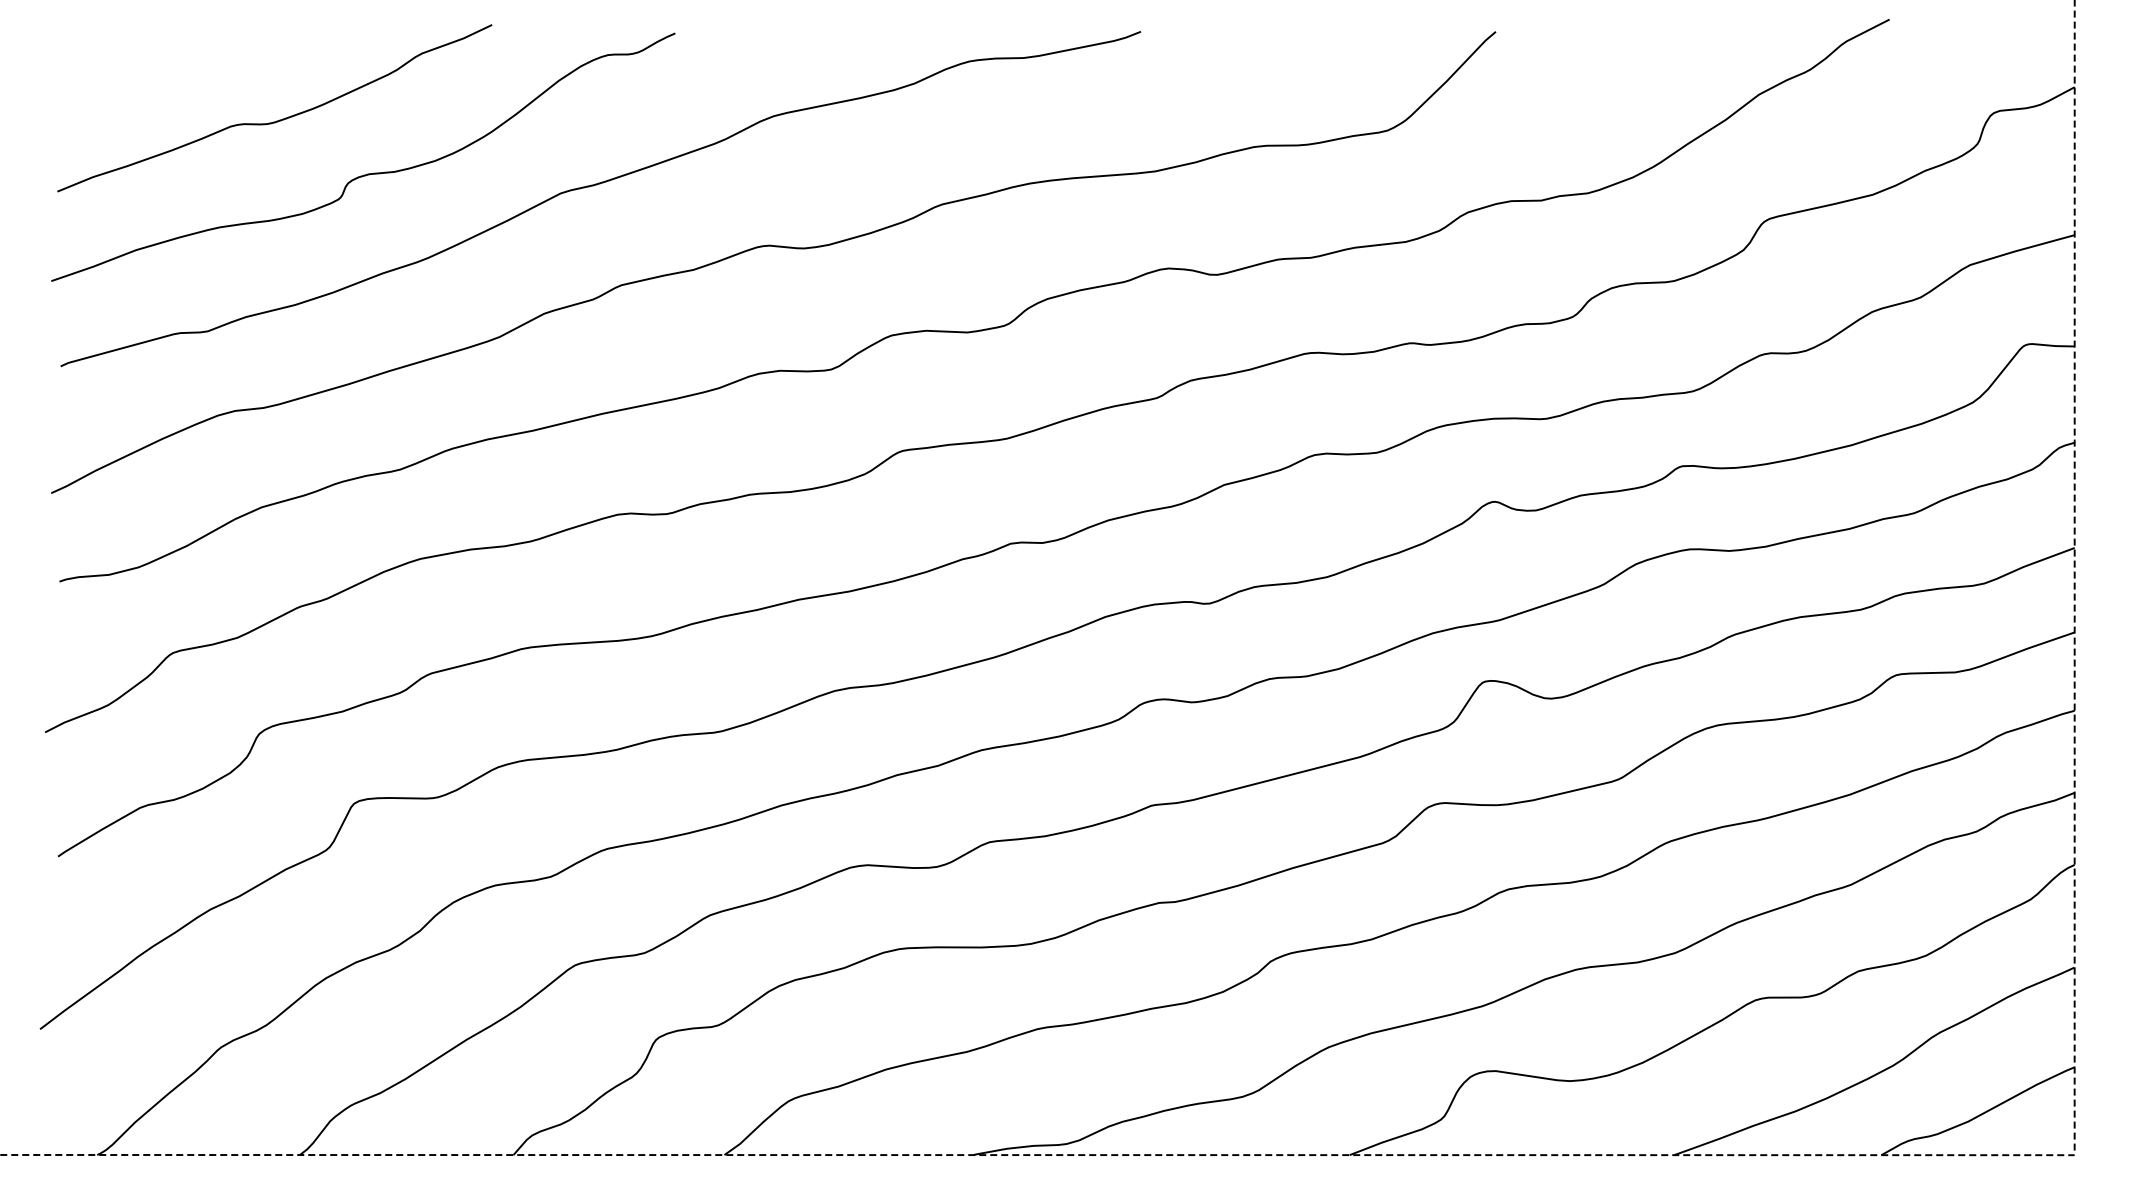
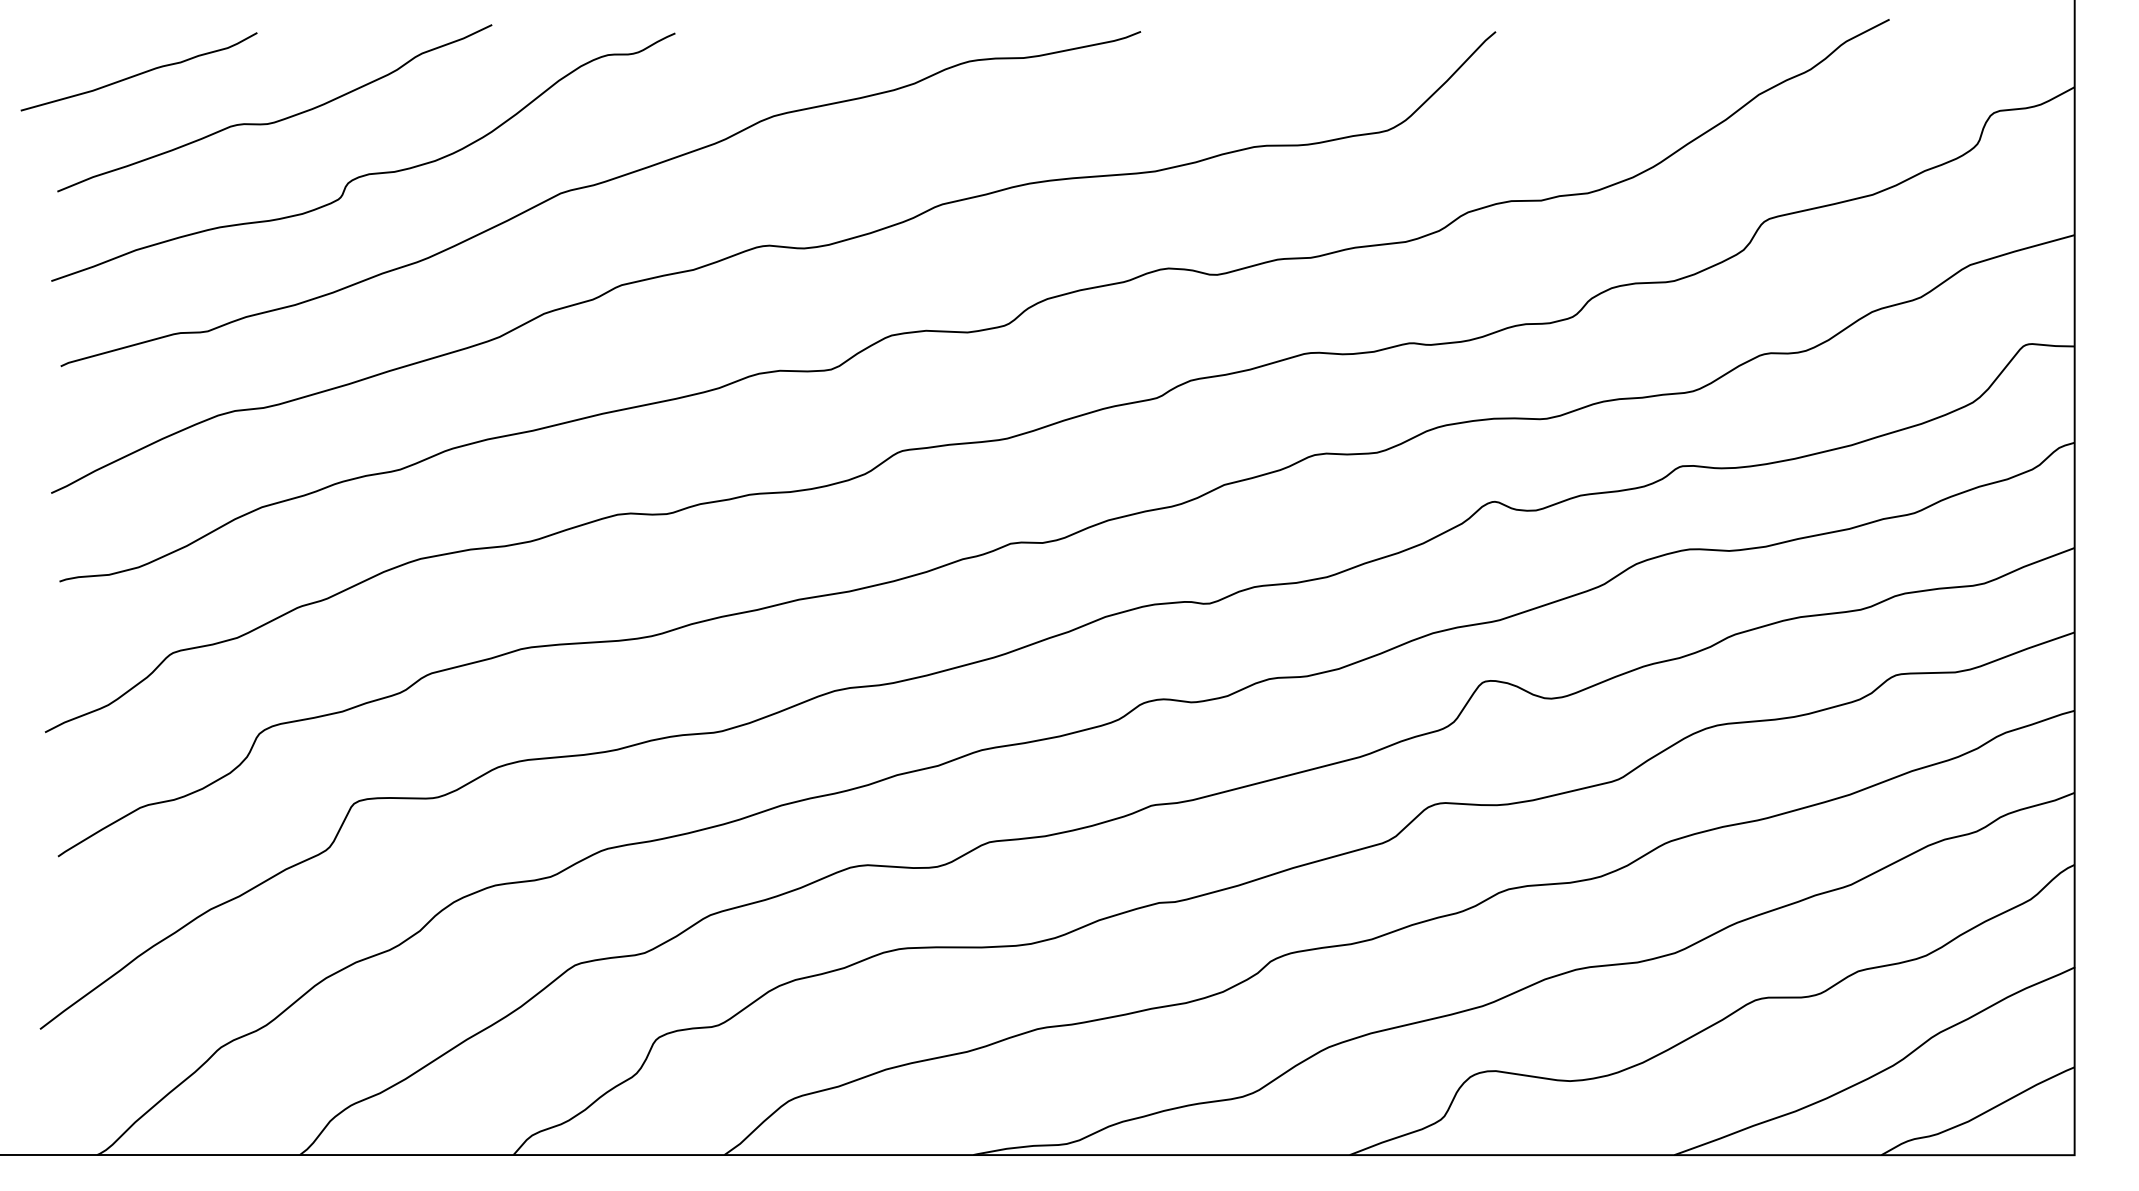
curve at (138, 73): none -> present
line at (1662, 1155): dashed -> solid
